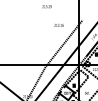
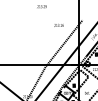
text at (46, 6) position: (46, 6) -> (41, 6)
